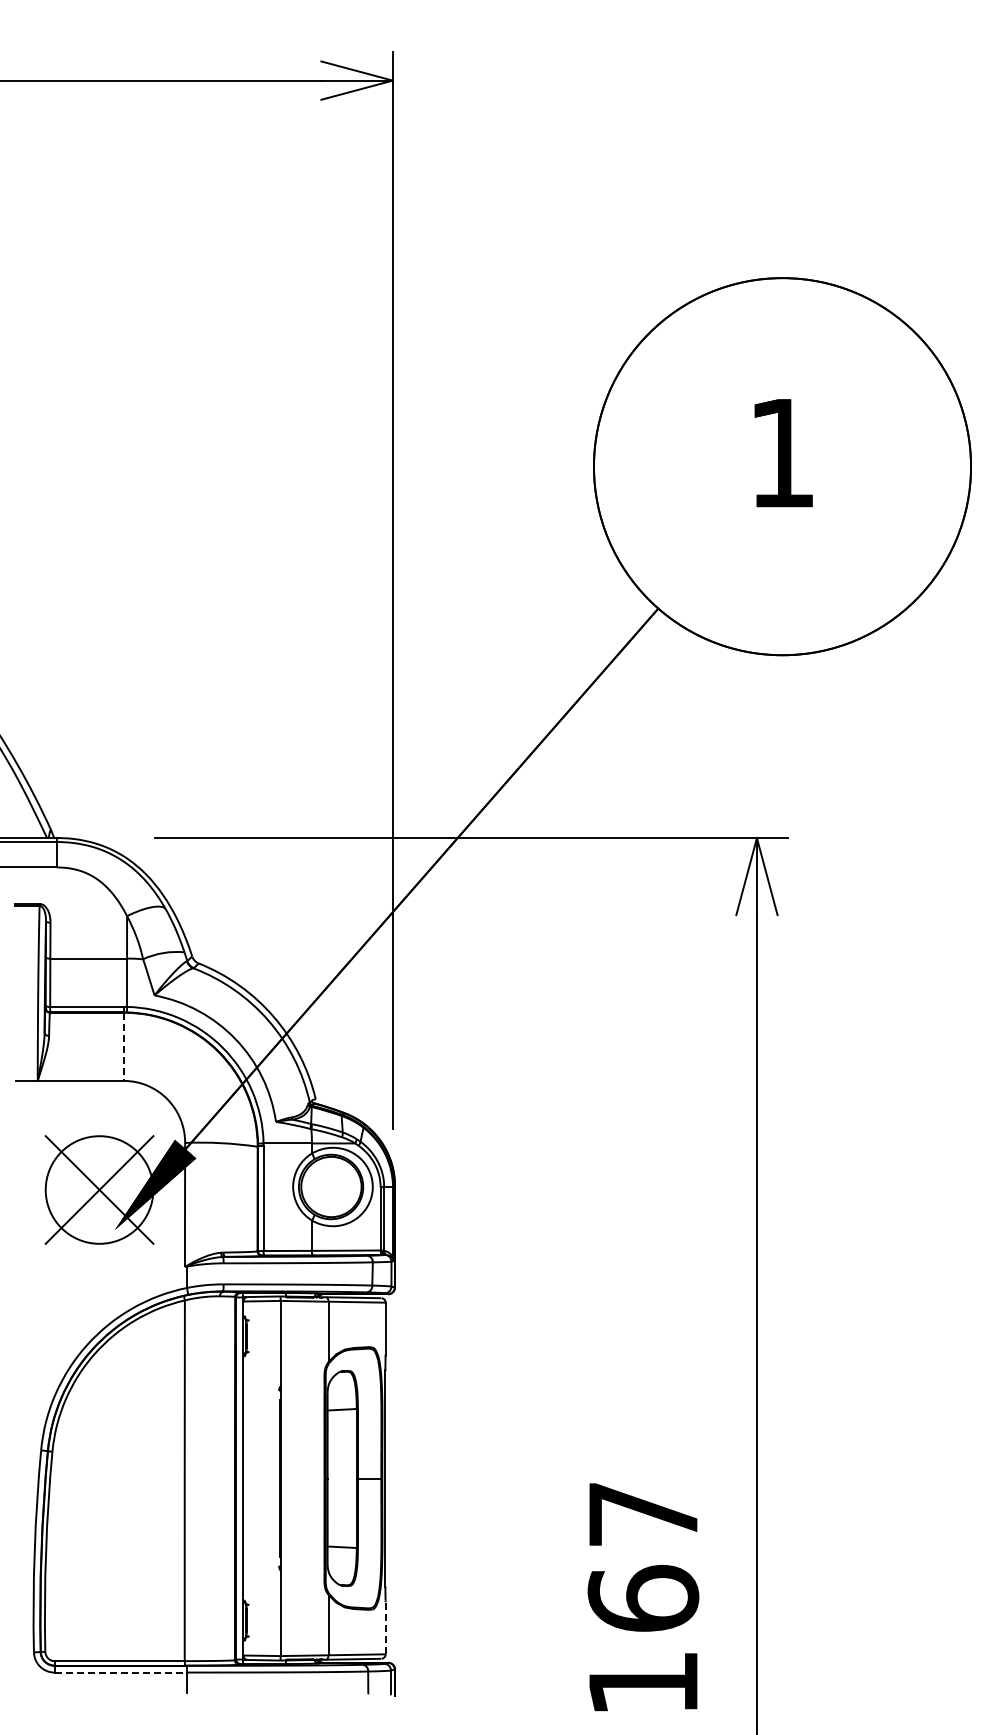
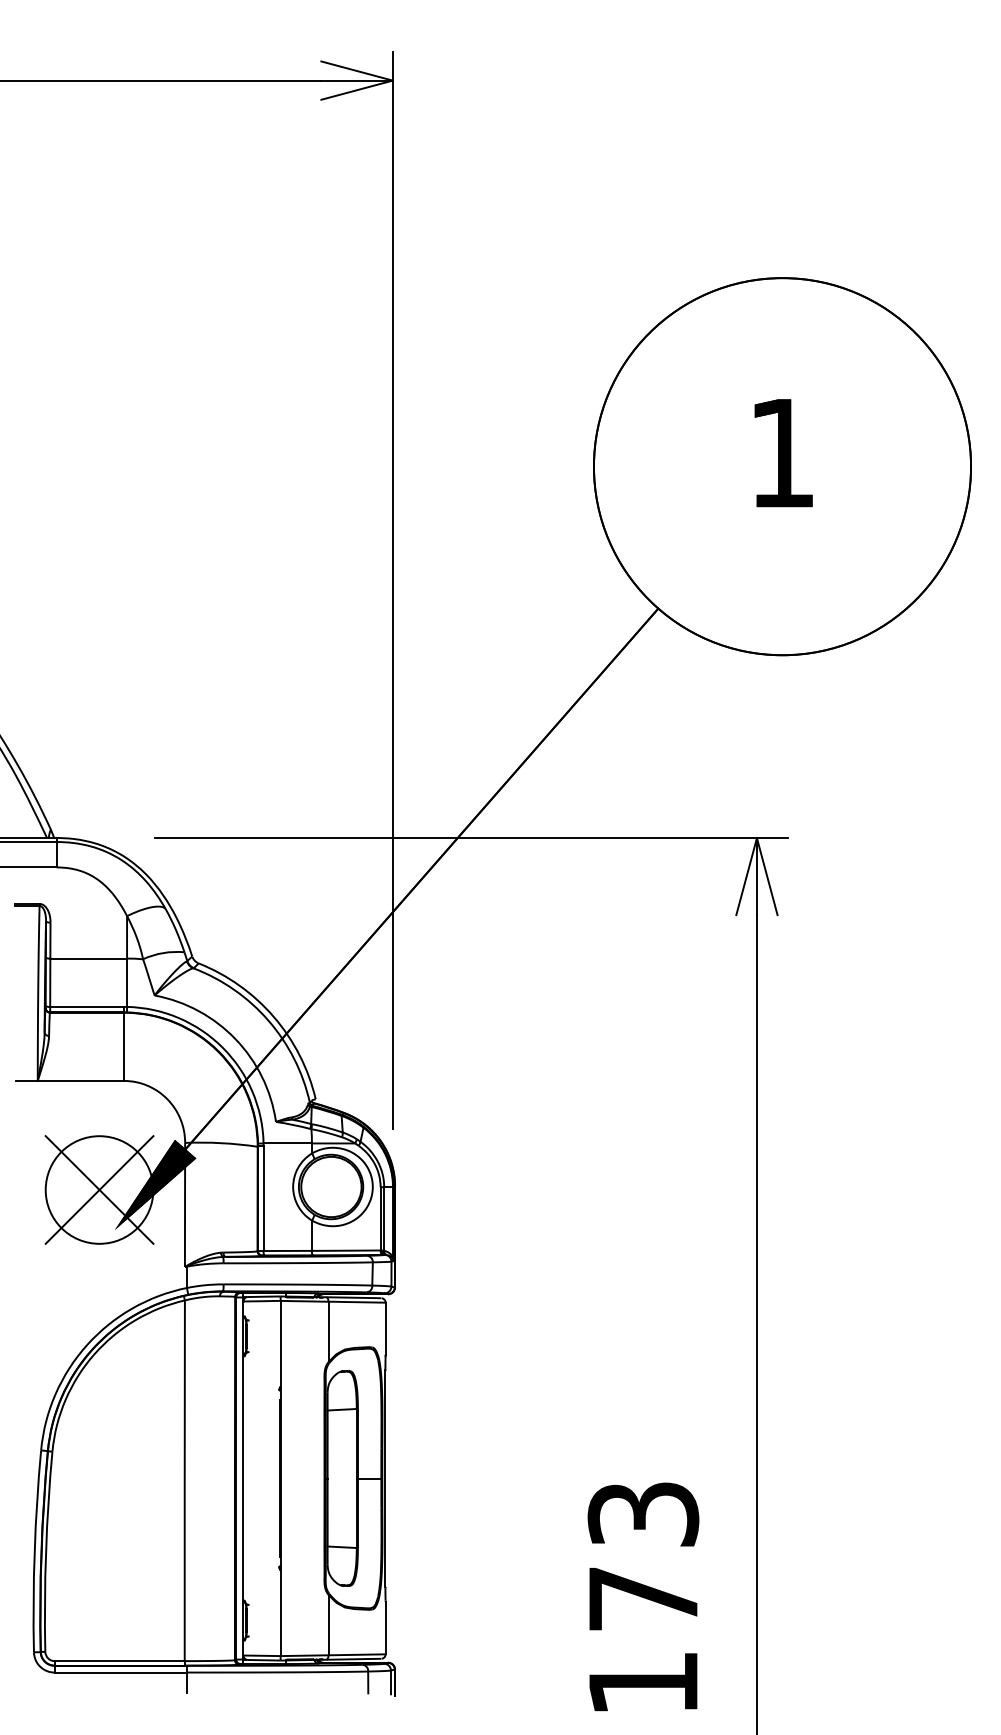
line at (123, 1047): dashed -> solid
text at (643, 1556): 167 -> 173
line at (385, 1627): dashed -> solid
line at (121, 1672): dashed -> solid
